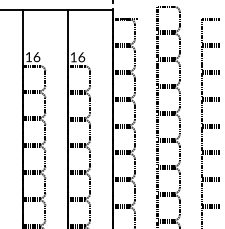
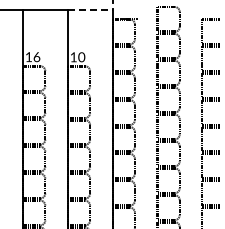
line at (91, 10): solid -> dashed
text at (81, 56): 16 -> 10
